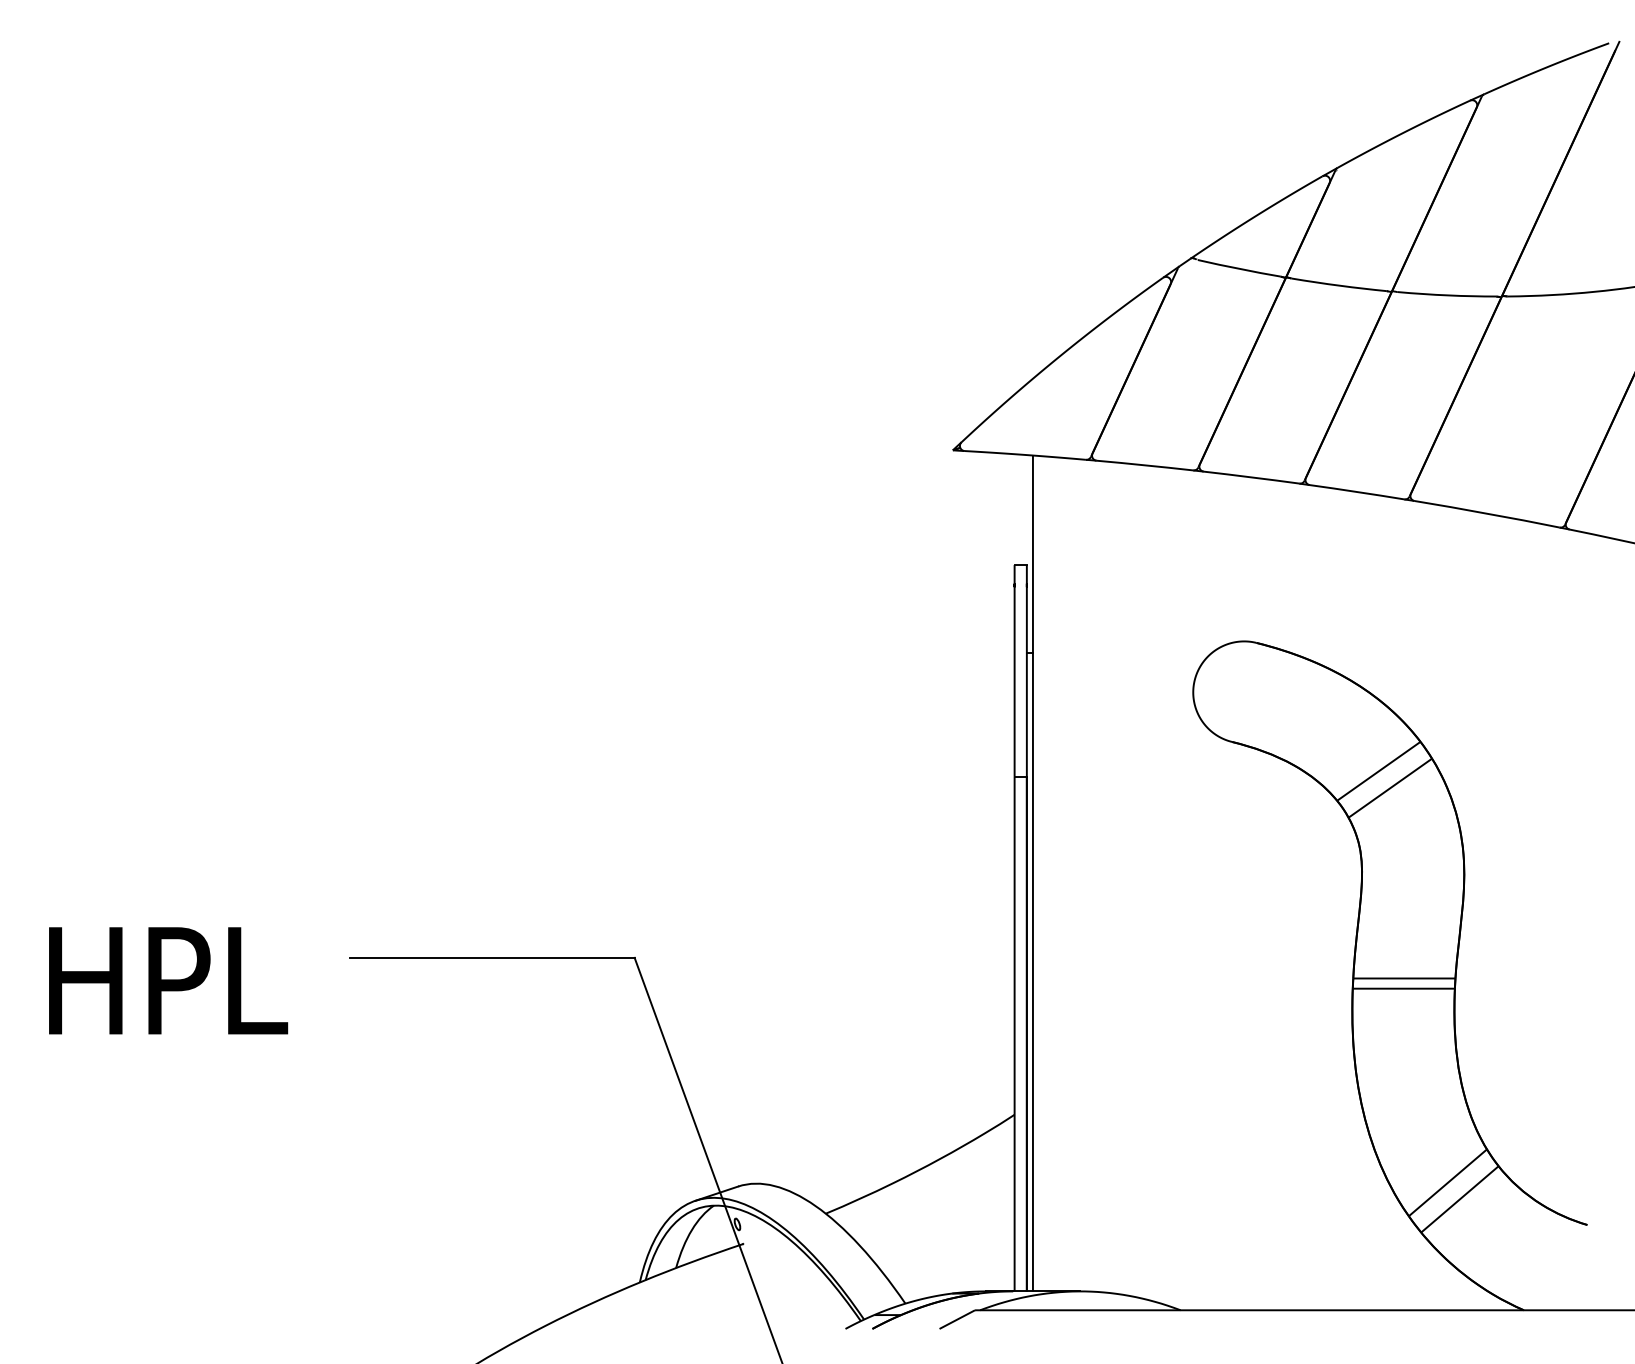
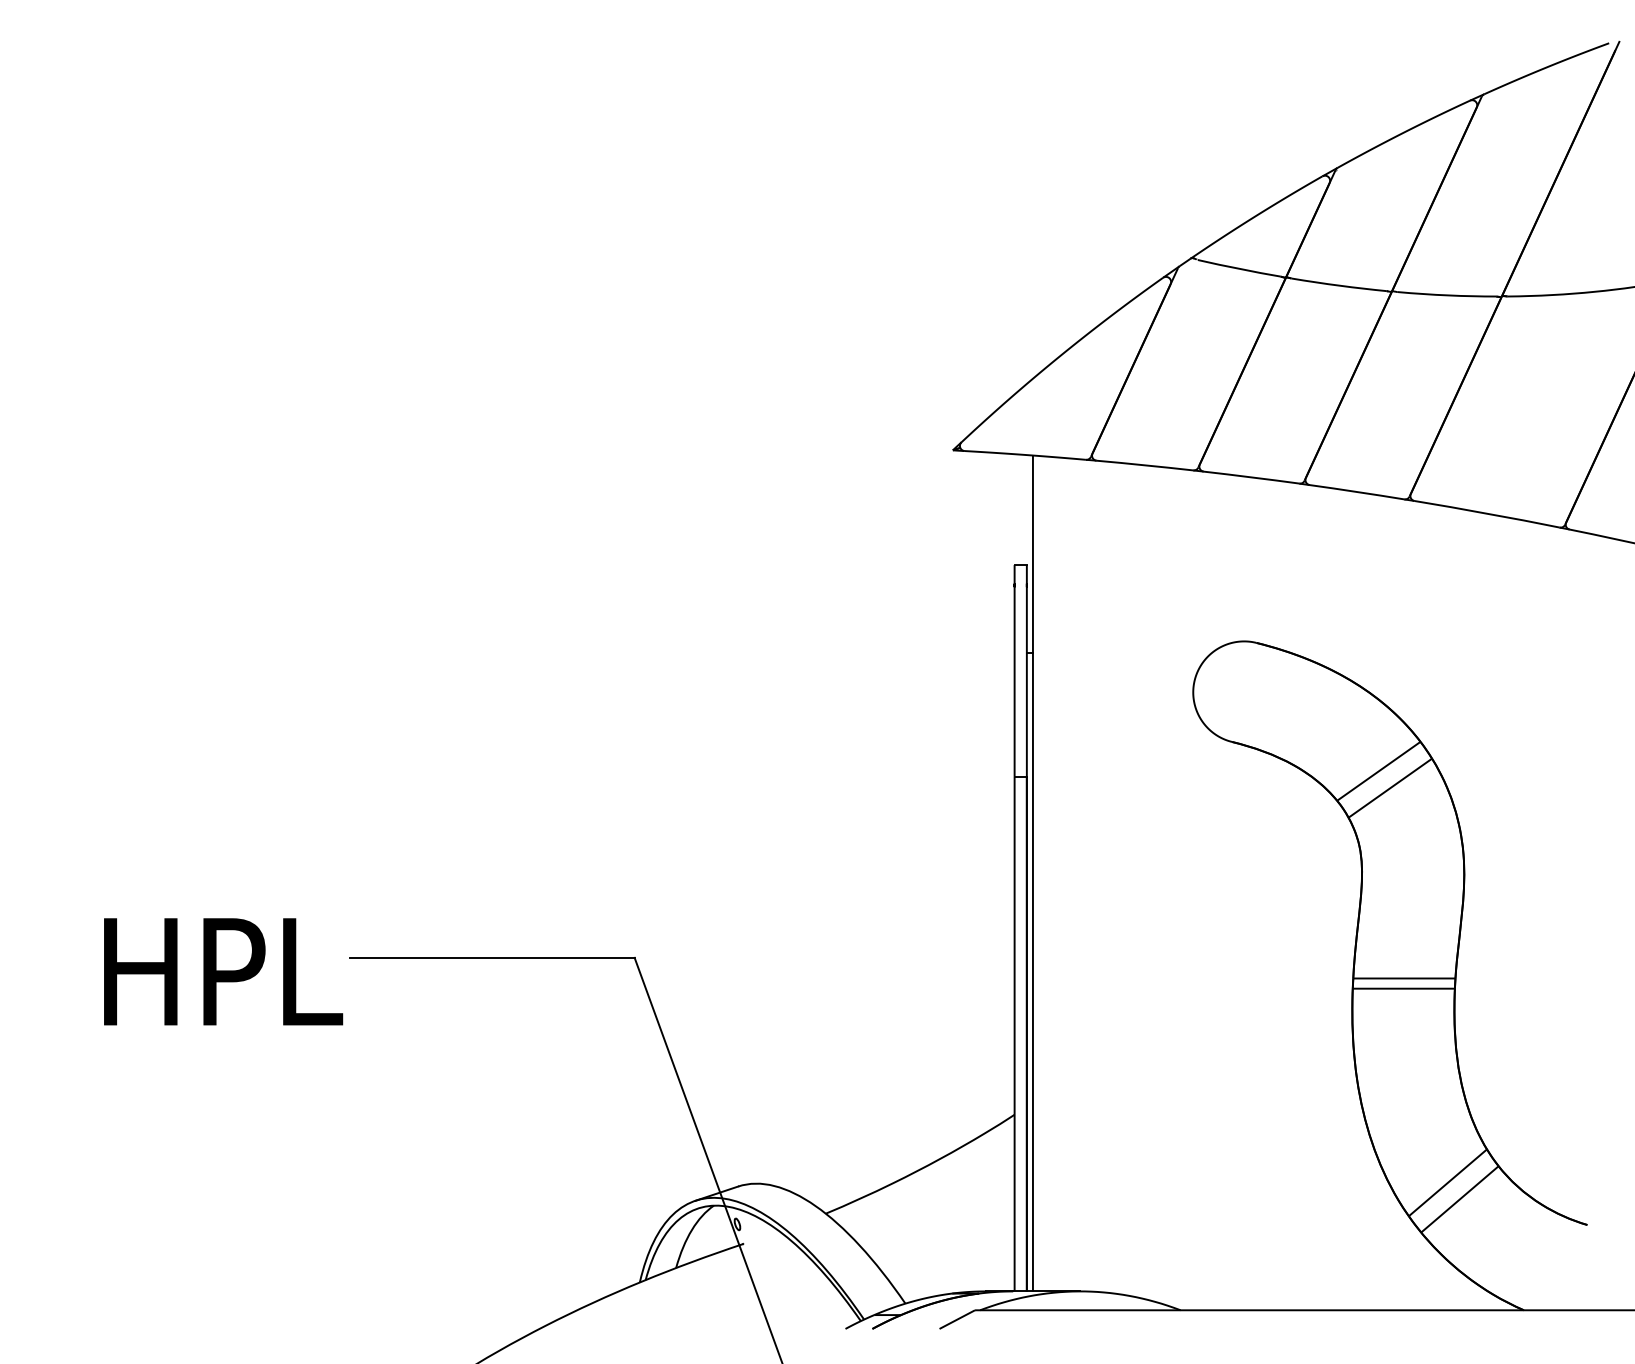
text at (168, 980) position: (168, 980) -> (223, 971)
